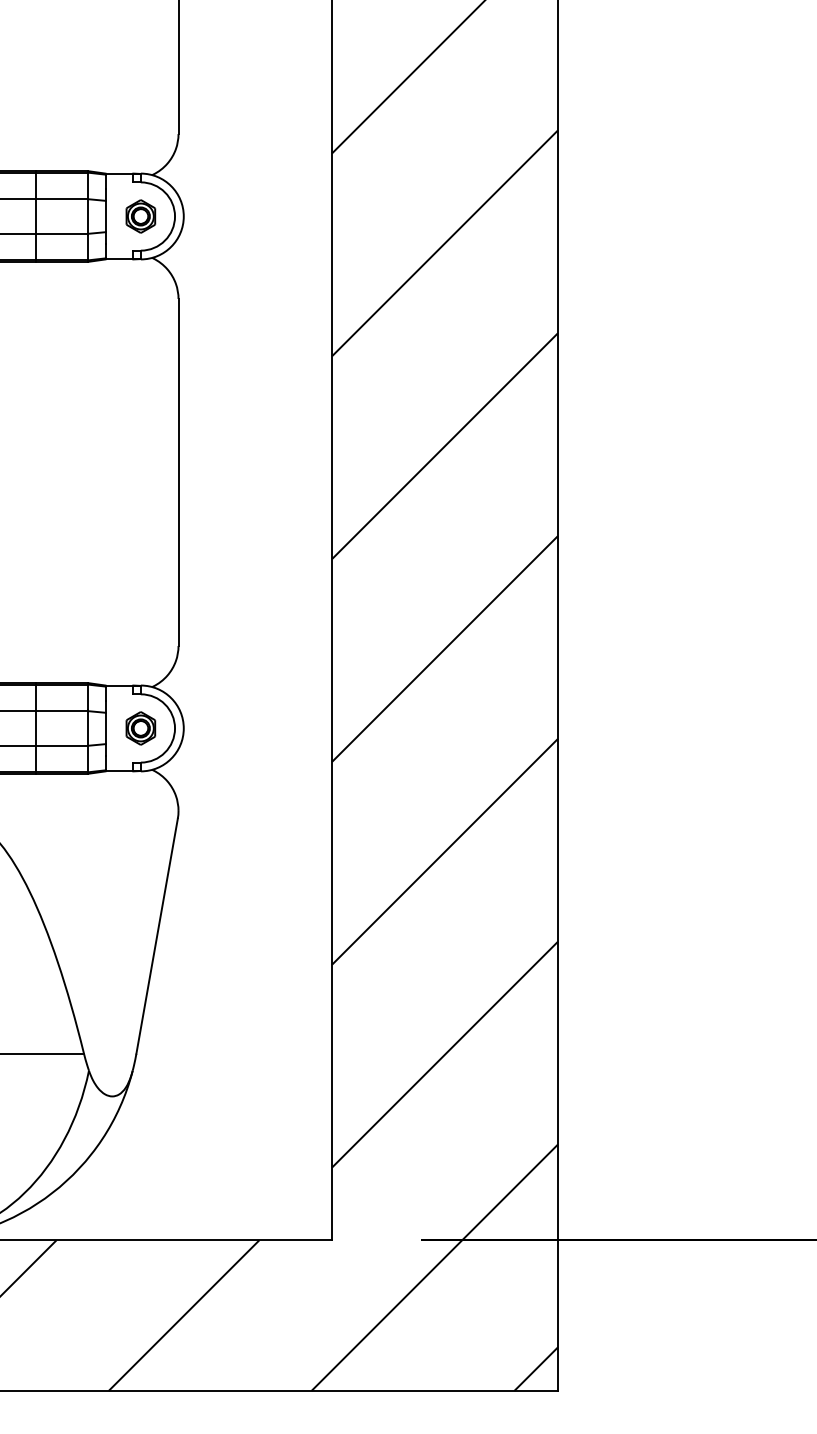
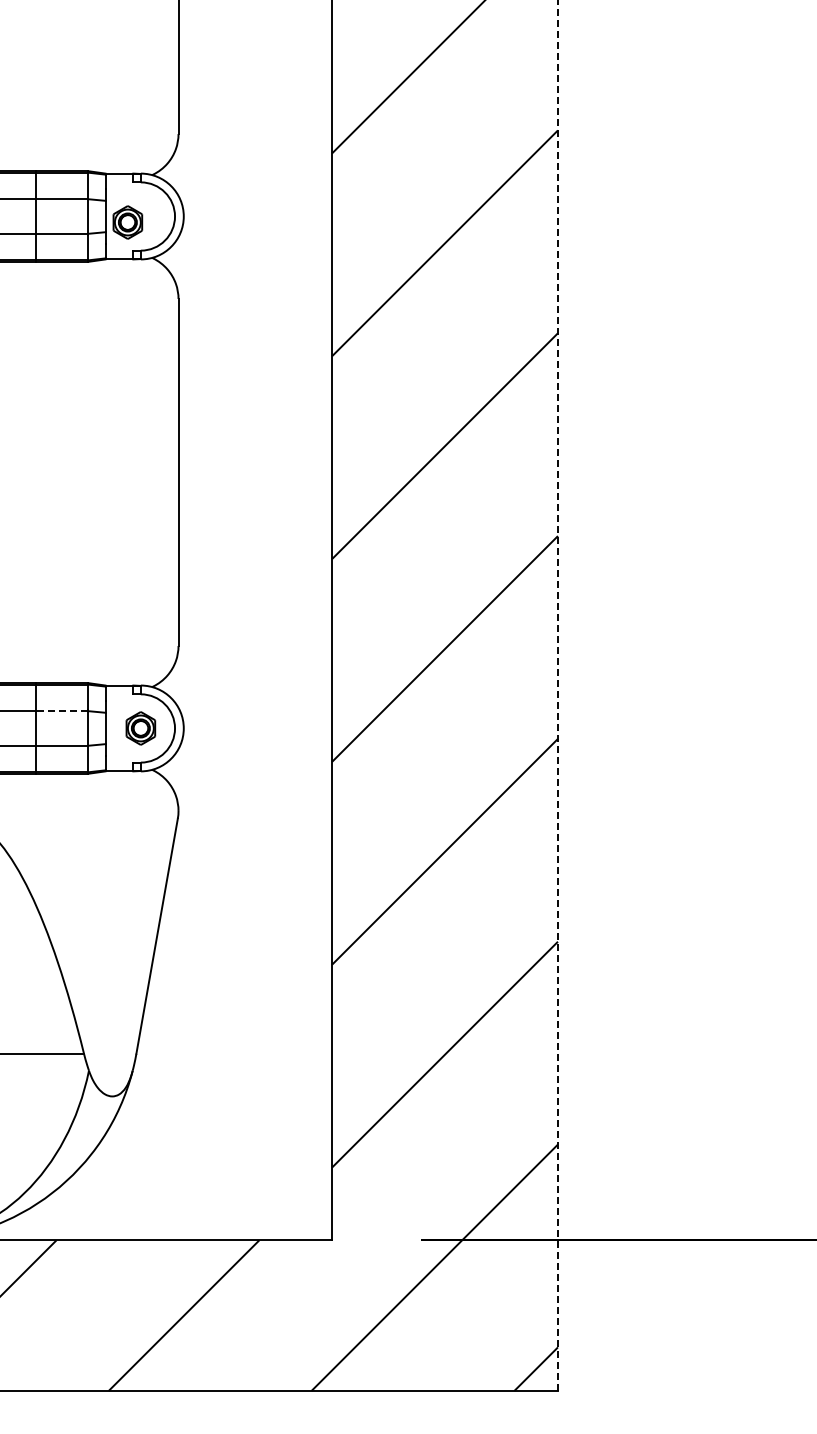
part at (140, 216) position: (140, 216) -> (127, 222)
line at (557, 695): solid -> dashed
line at (61, 711): solid -> dashed
